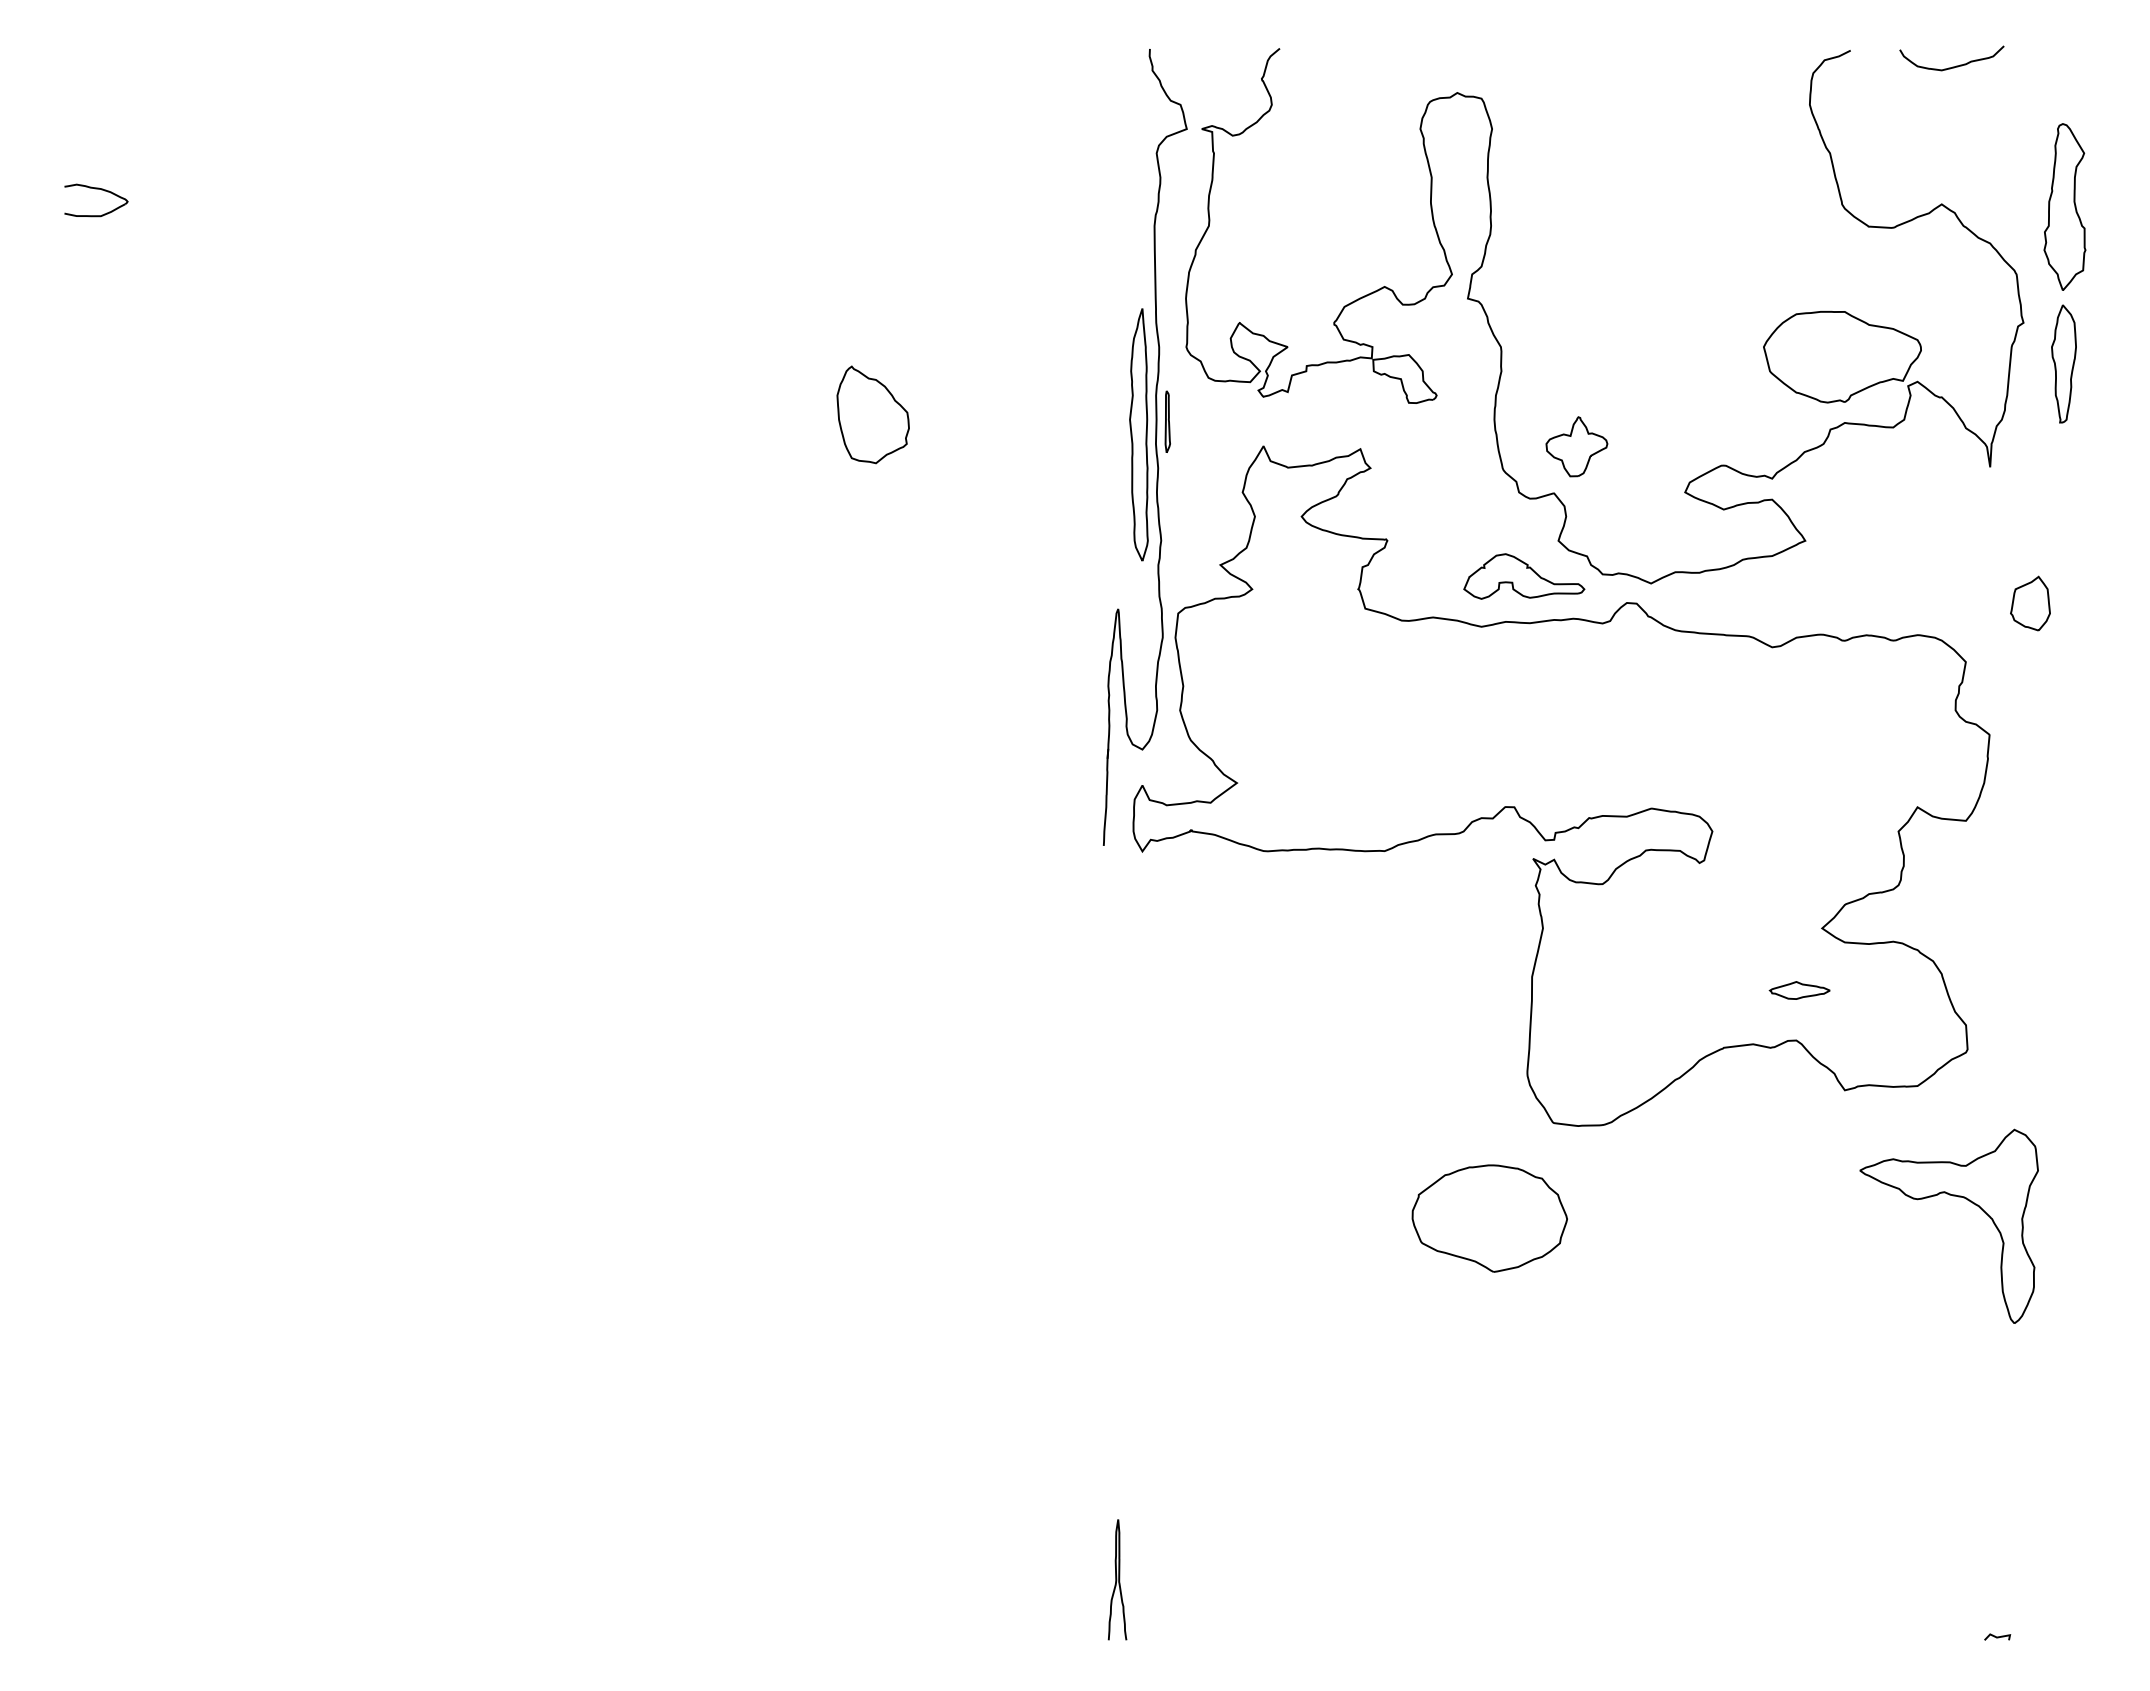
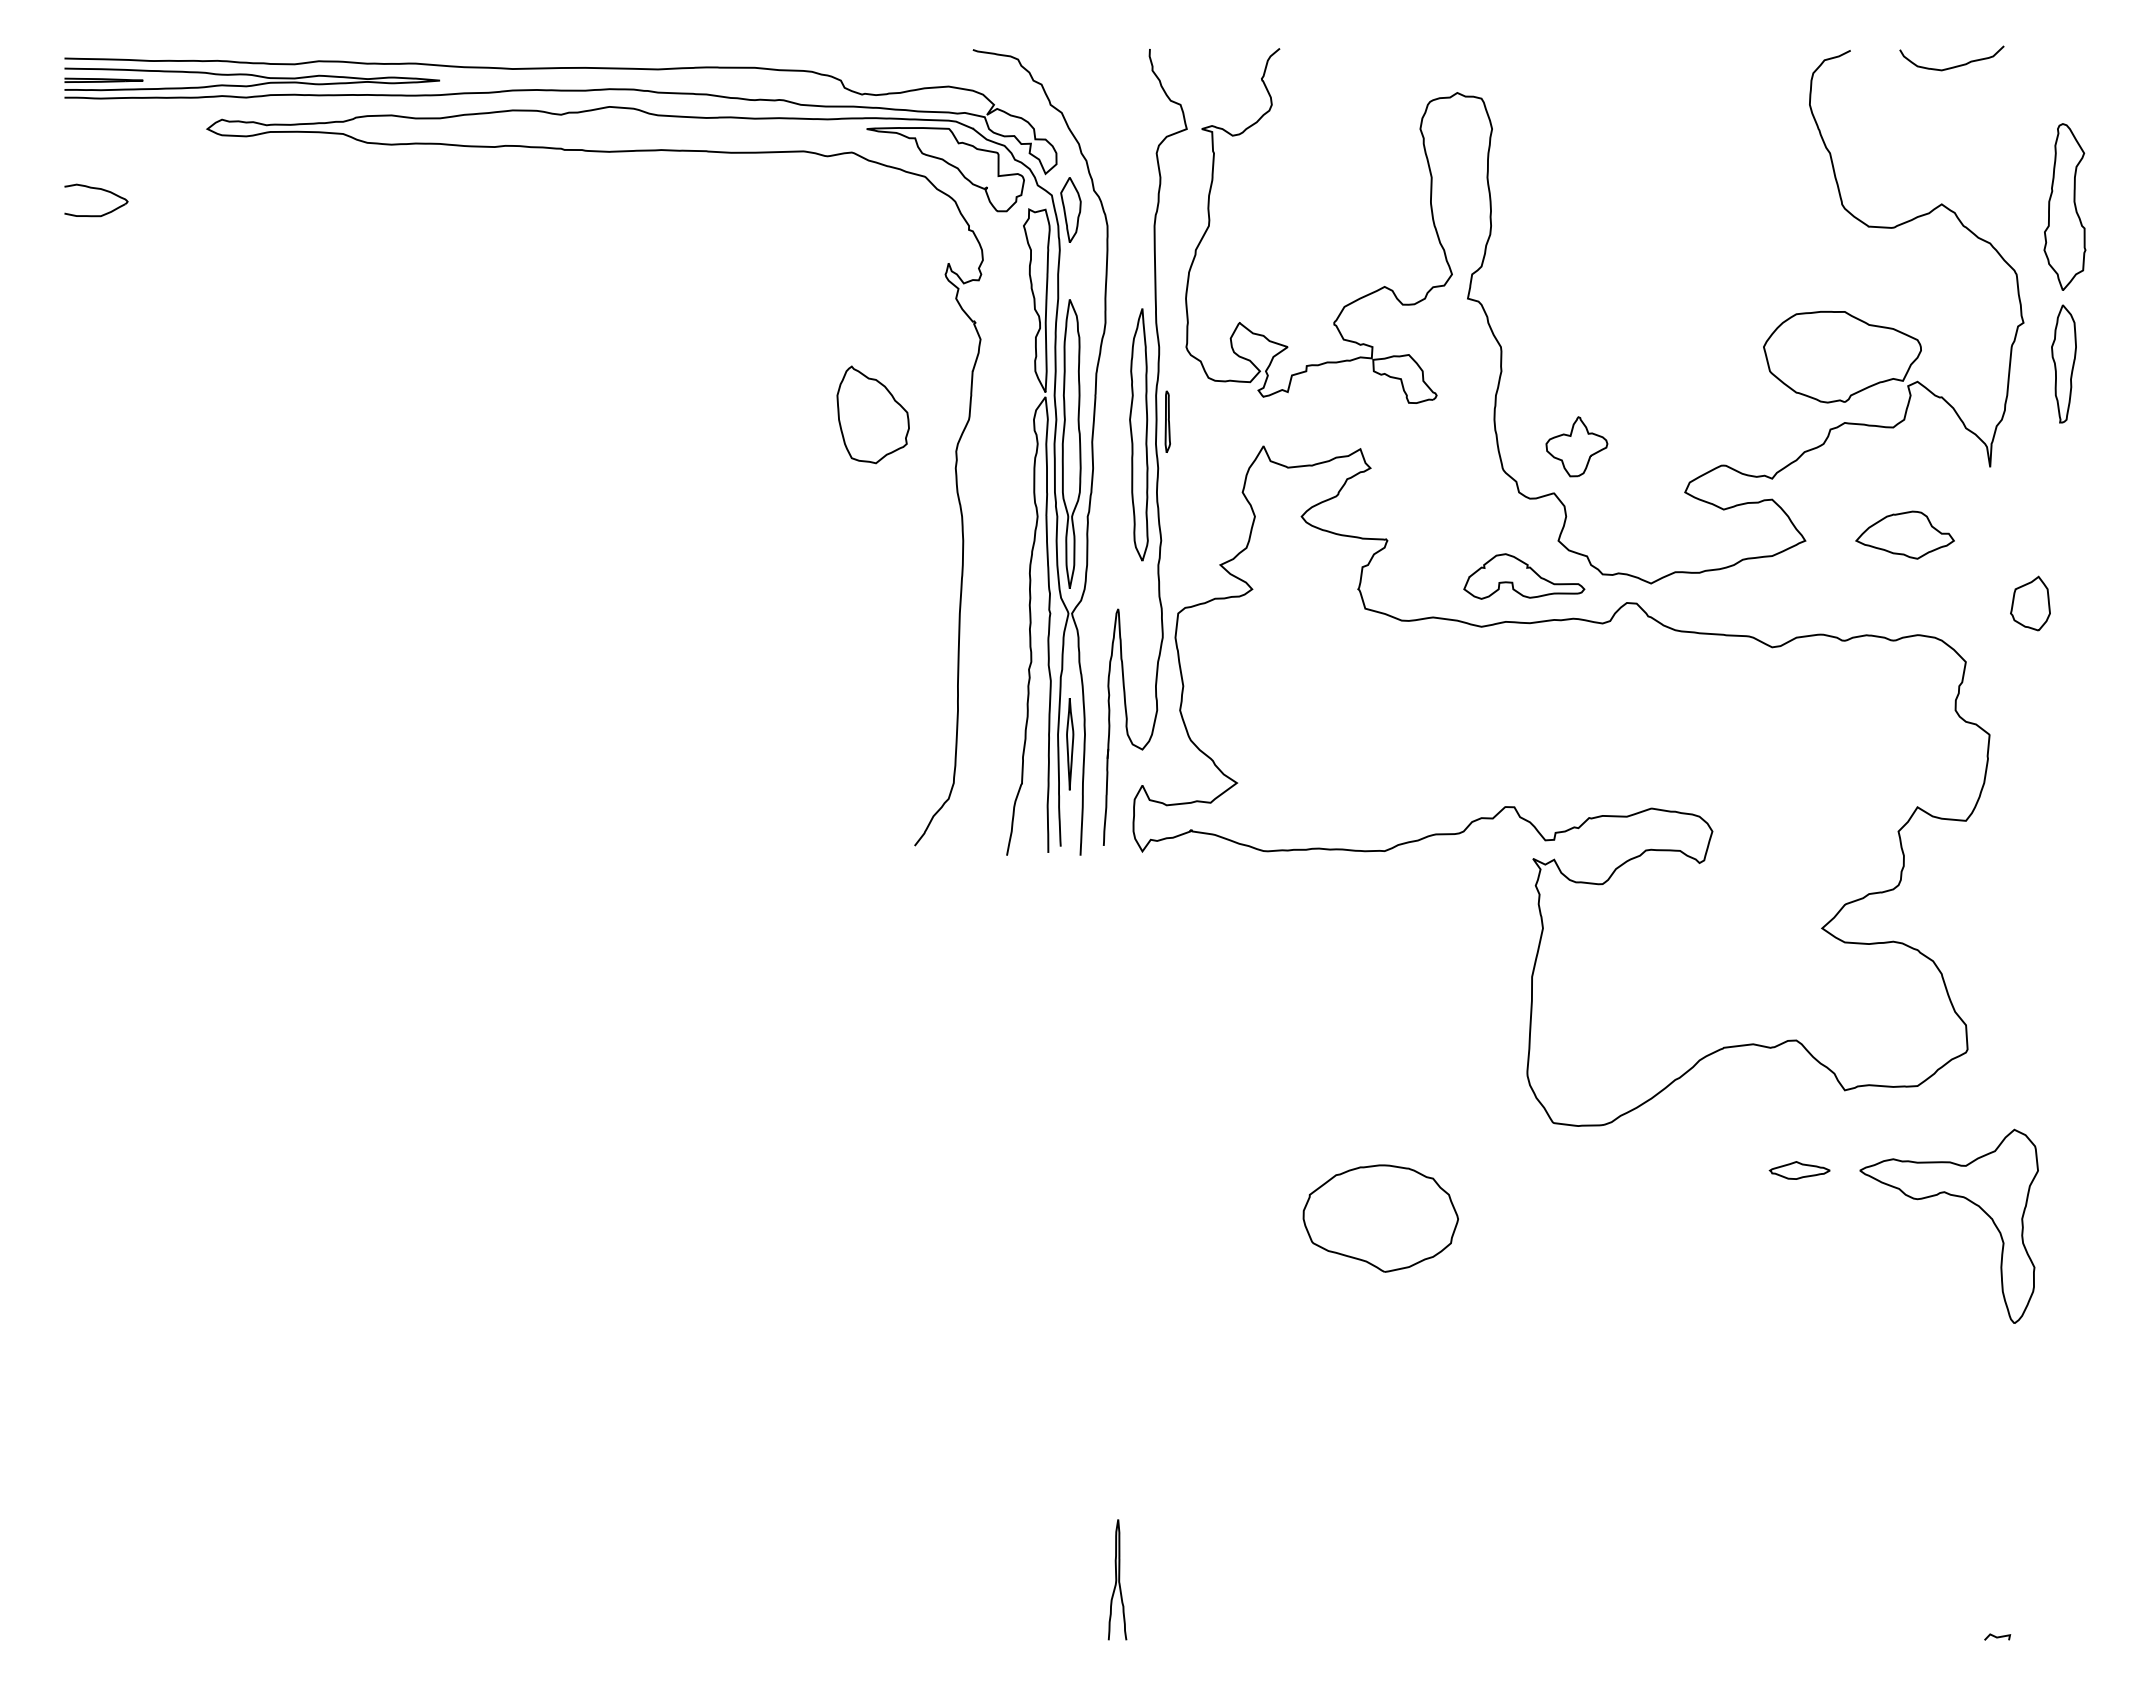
part at (593, 152): none -> present
part at (1904, 534): none -> present
part at (1799, 990) position: (1799, 990) -> (1799, 1170)
part at (1489, 1218) position: (1489, 1218) -> (1380, 1218)
